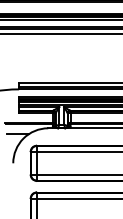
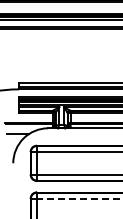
line at (60, 33): present -> none
line at (79, 198): solid -> dashed
